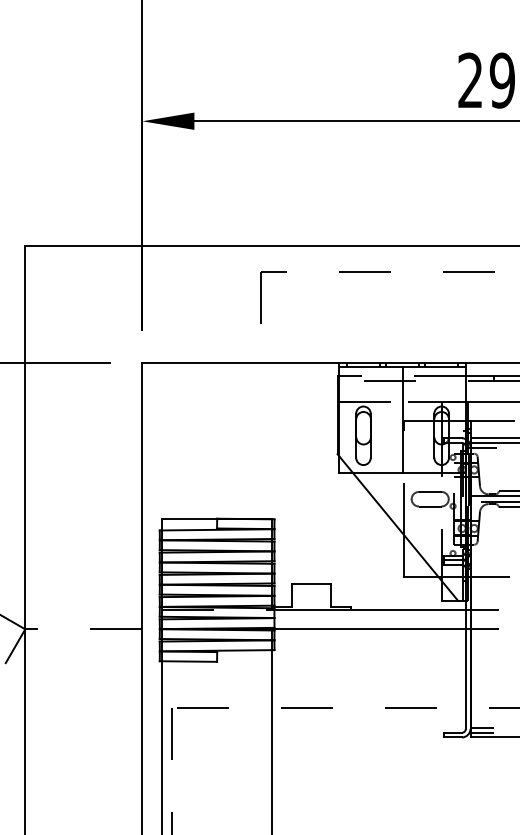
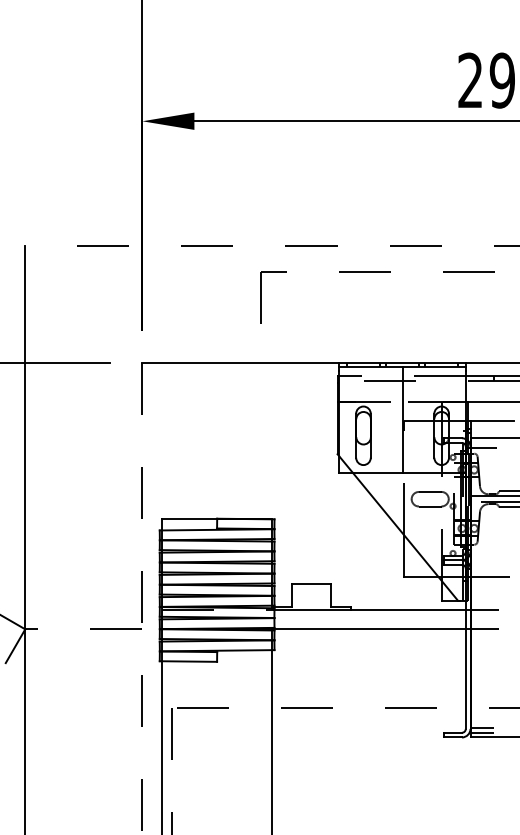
line at (272, 245): solid -> dashed
line at (493, 442): present -> none
line at (142, 598): solid -> dashed
